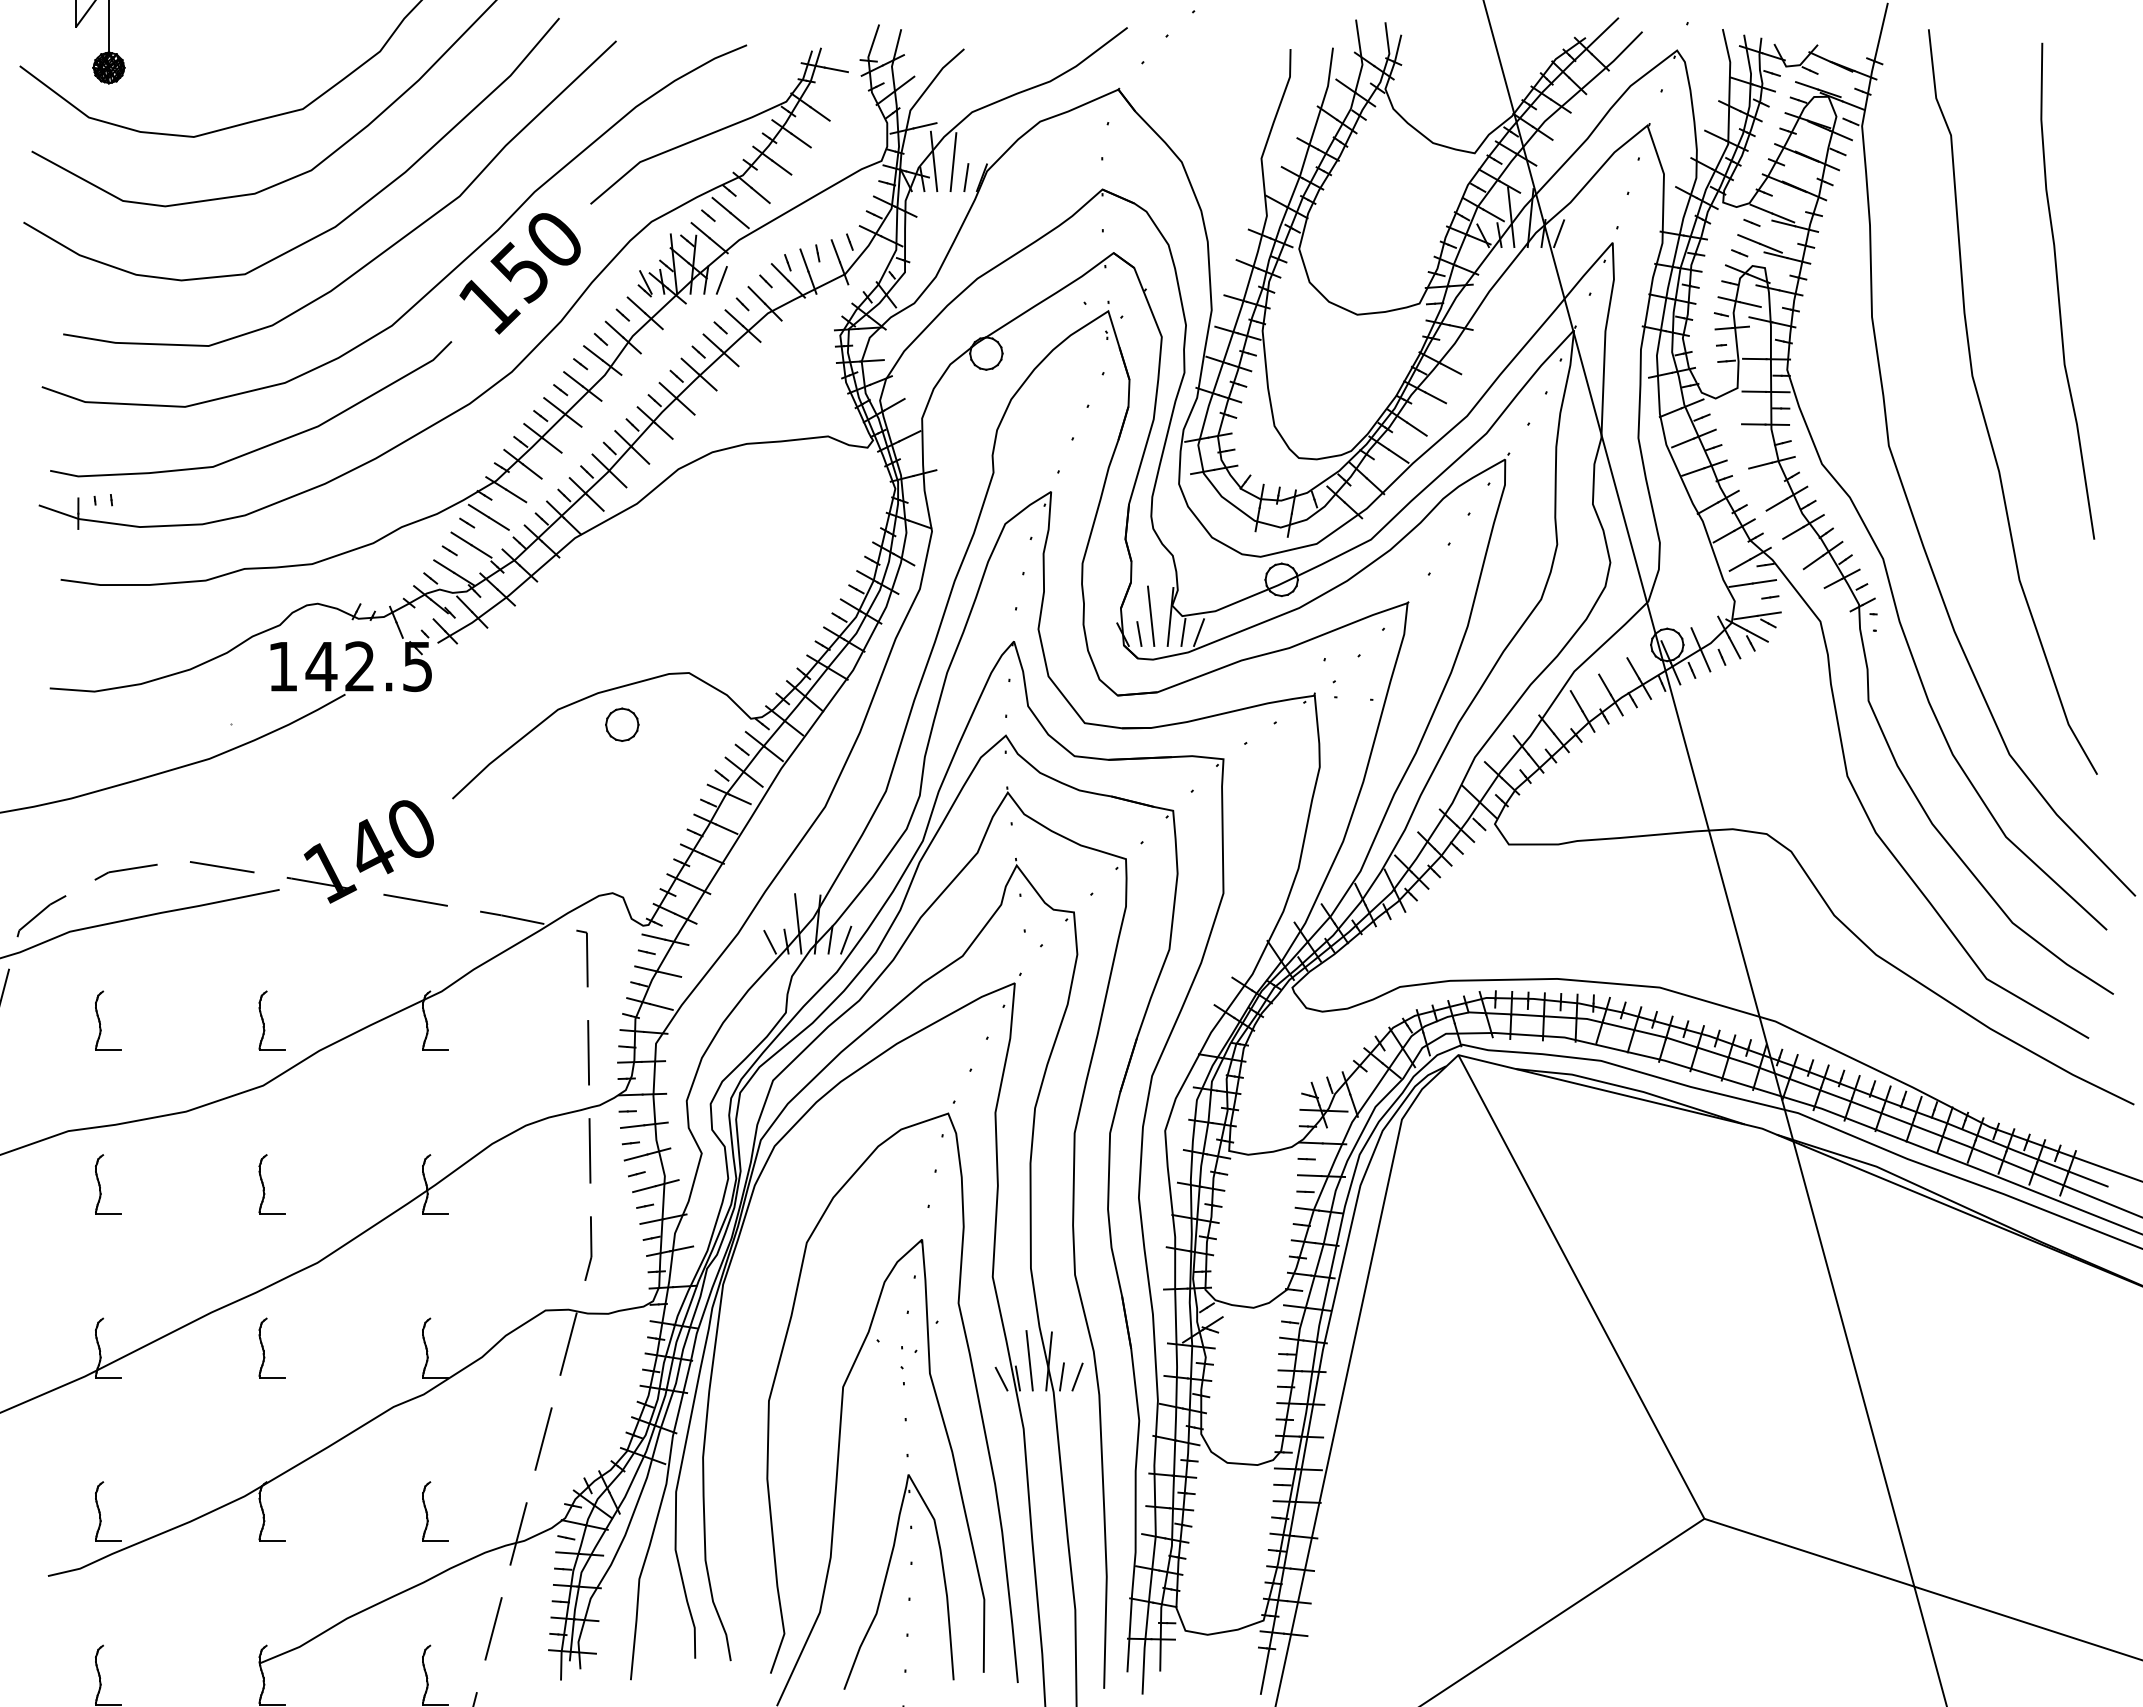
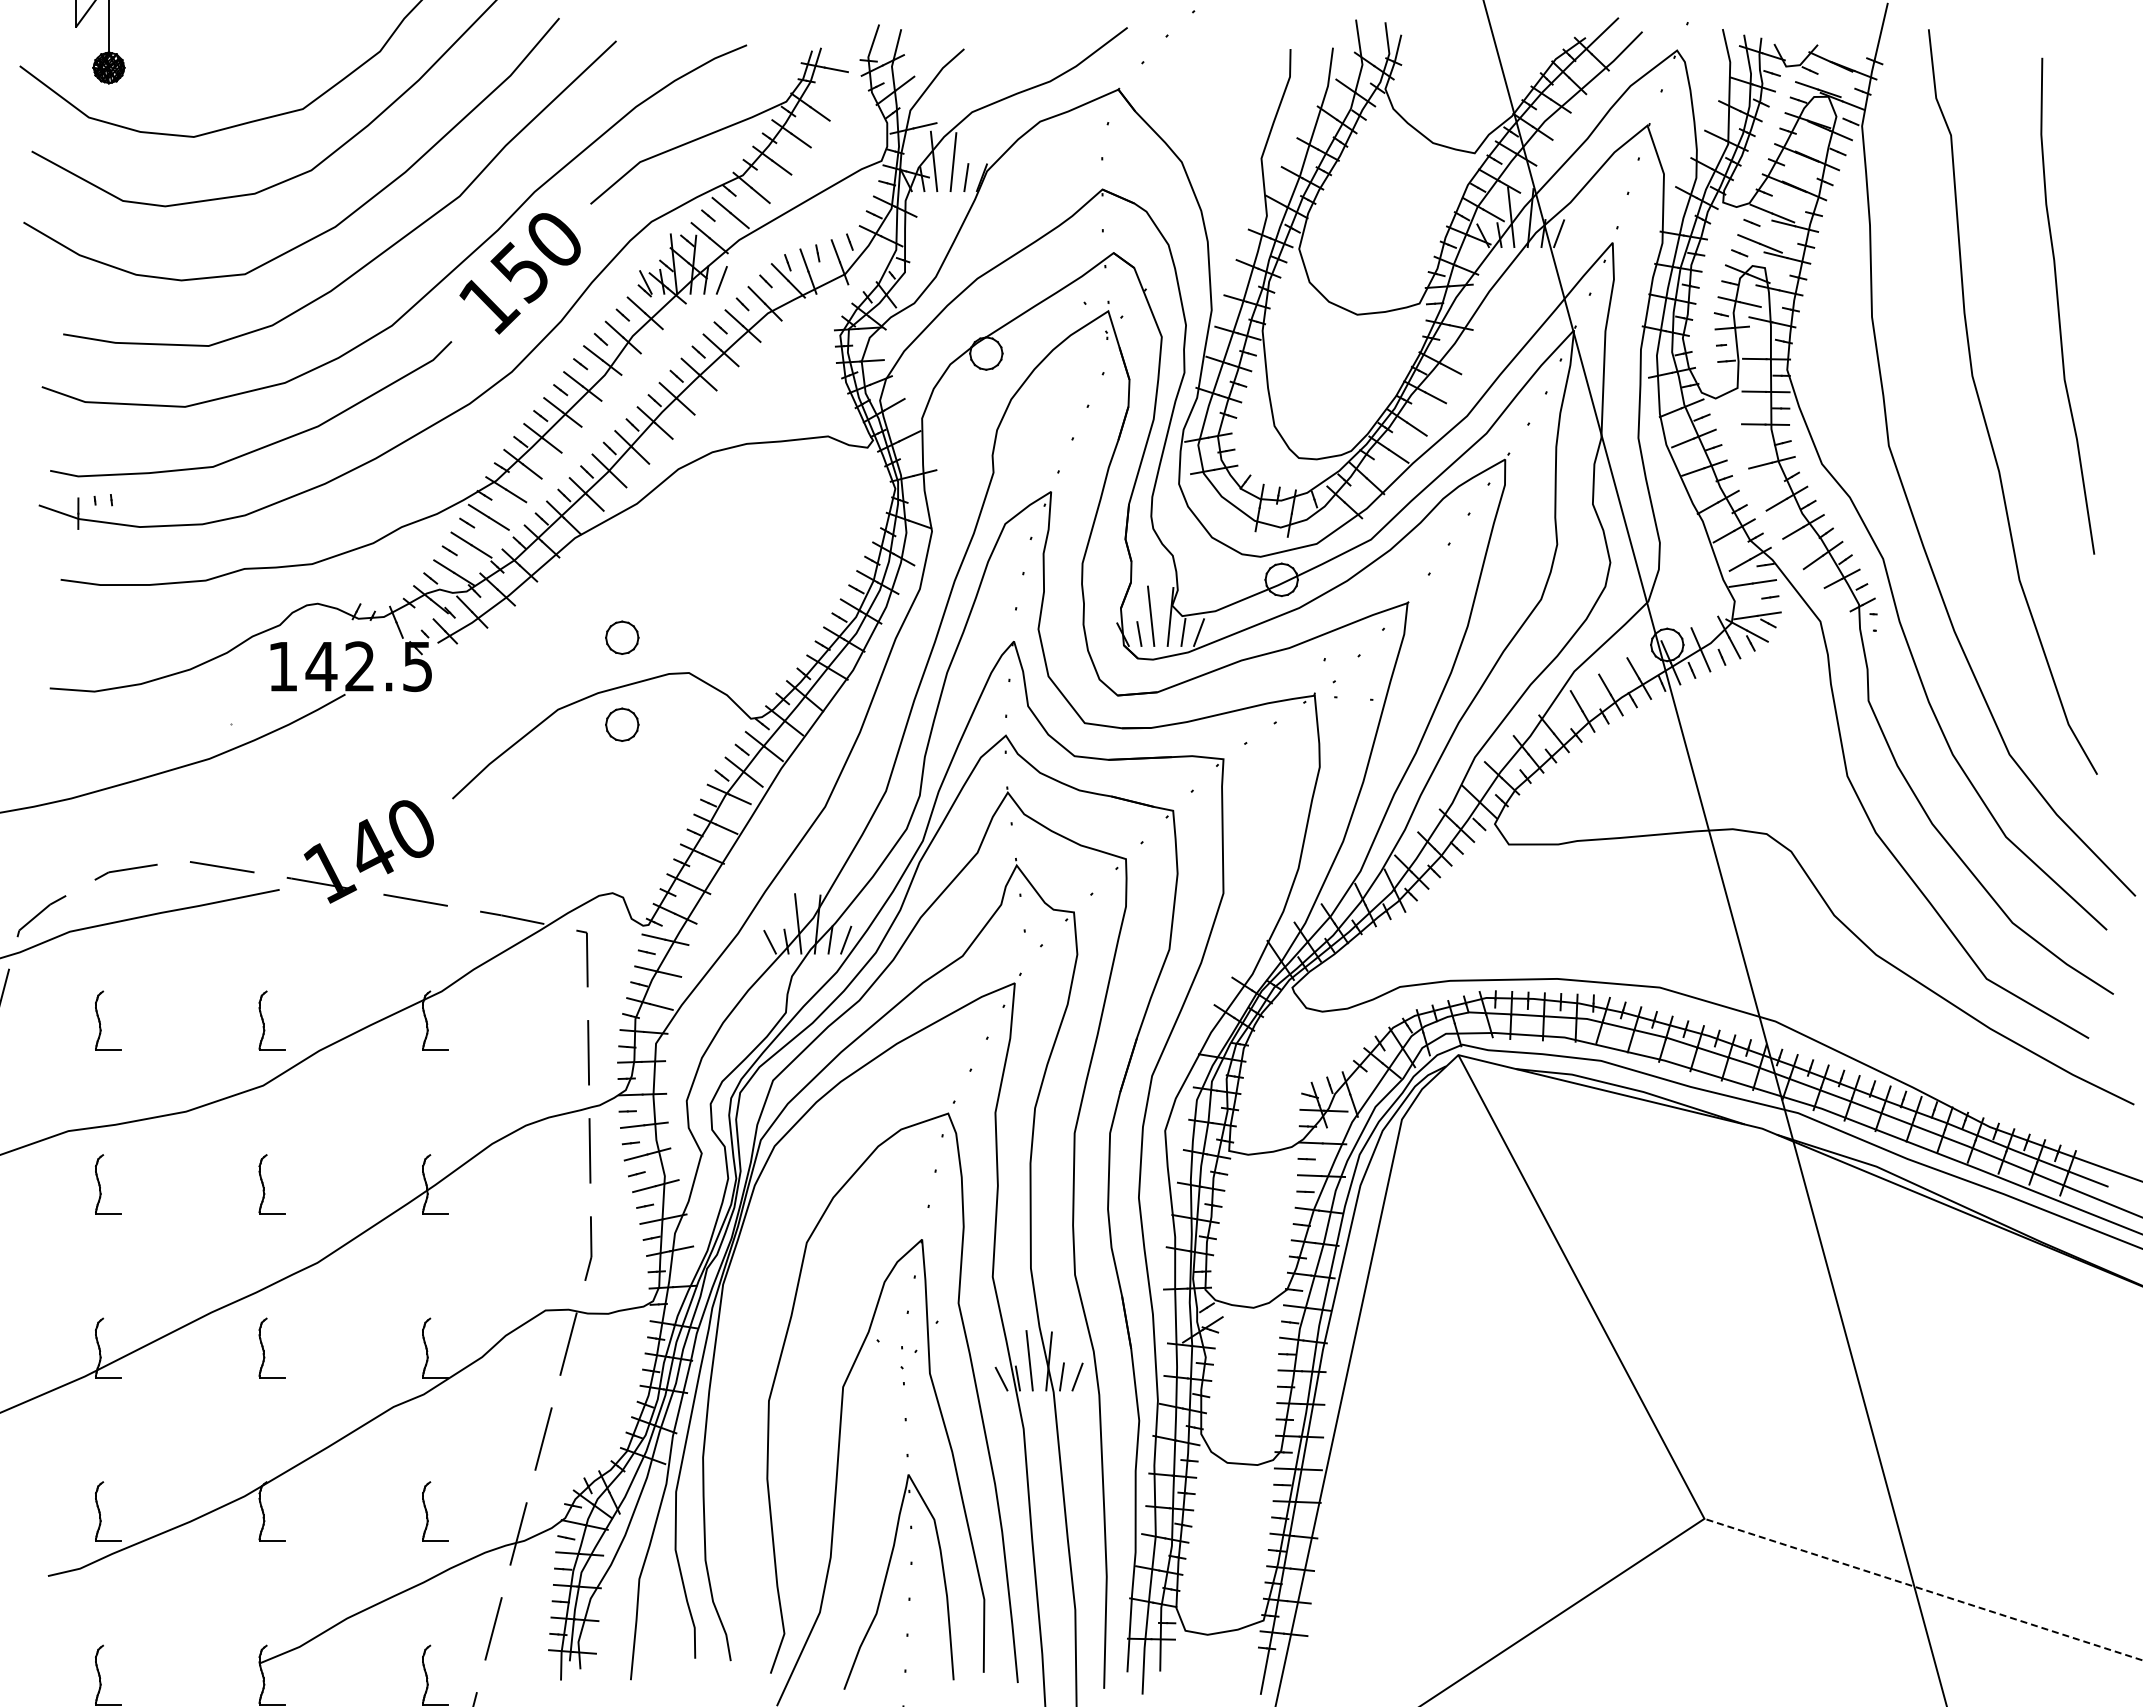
curve at (2059, 290) position: (2059, 290) -> (2059, 305)
part at (622, 637): none -> present
line at (1923, 1589): solid -> dashed
